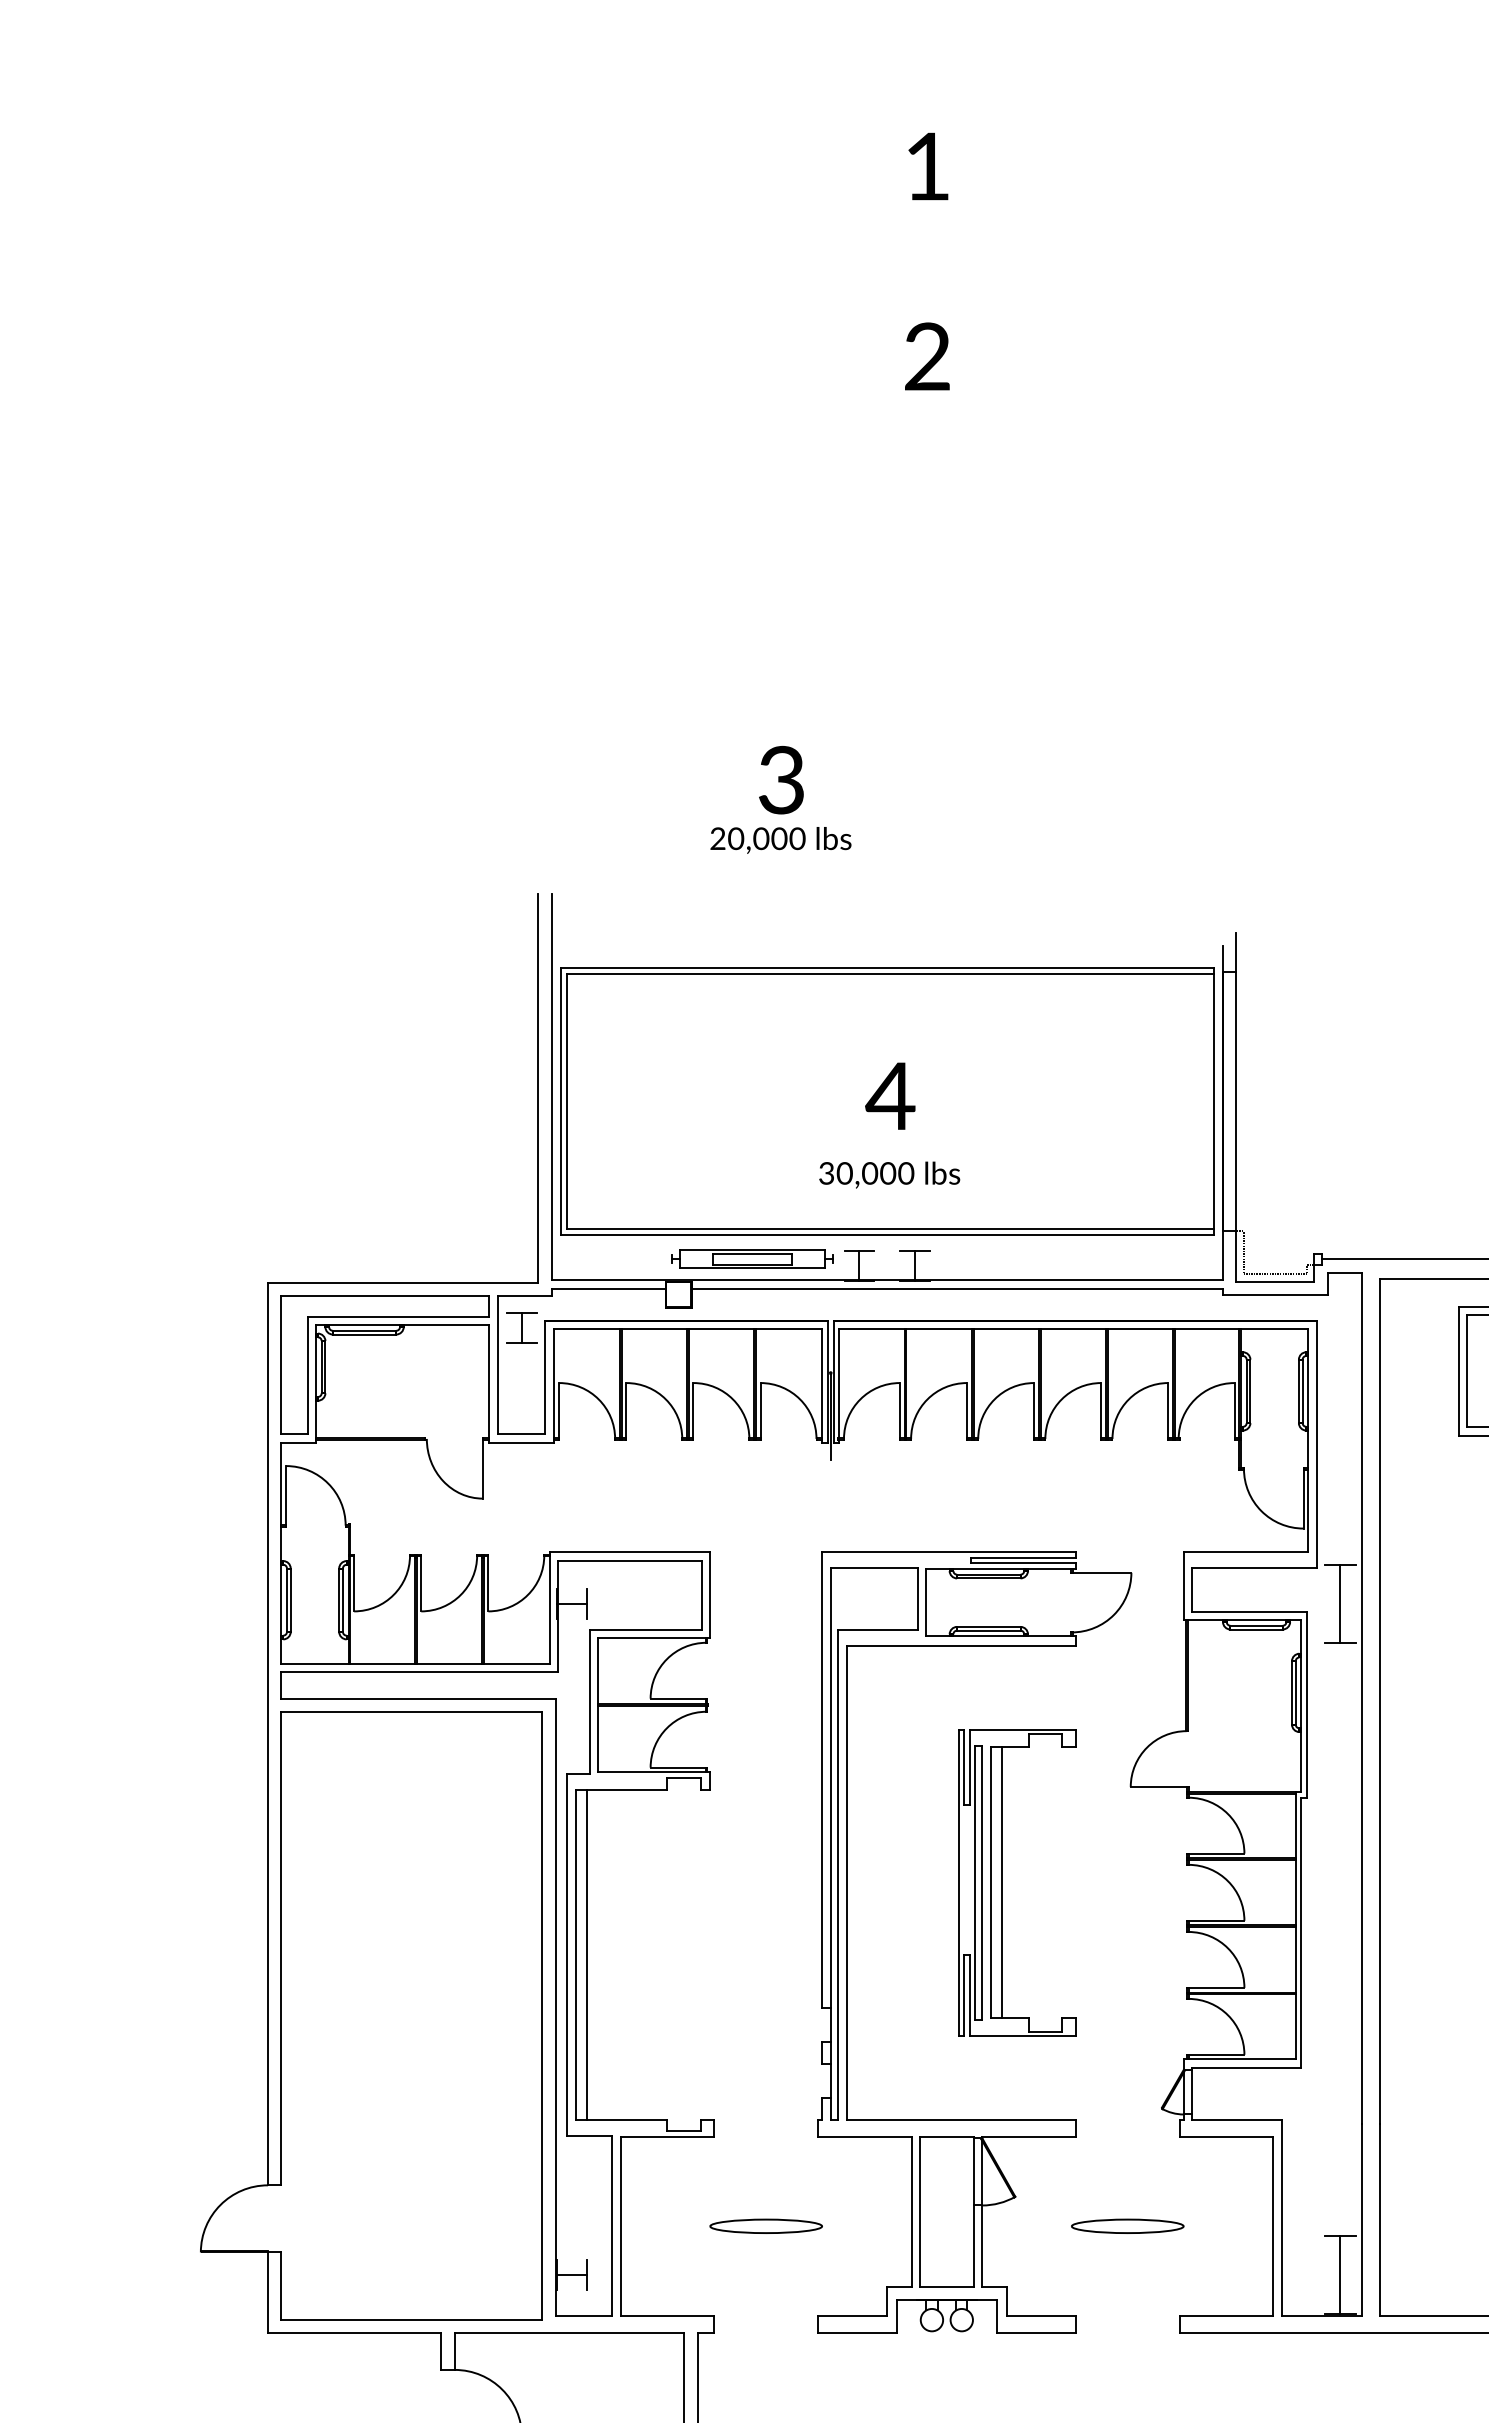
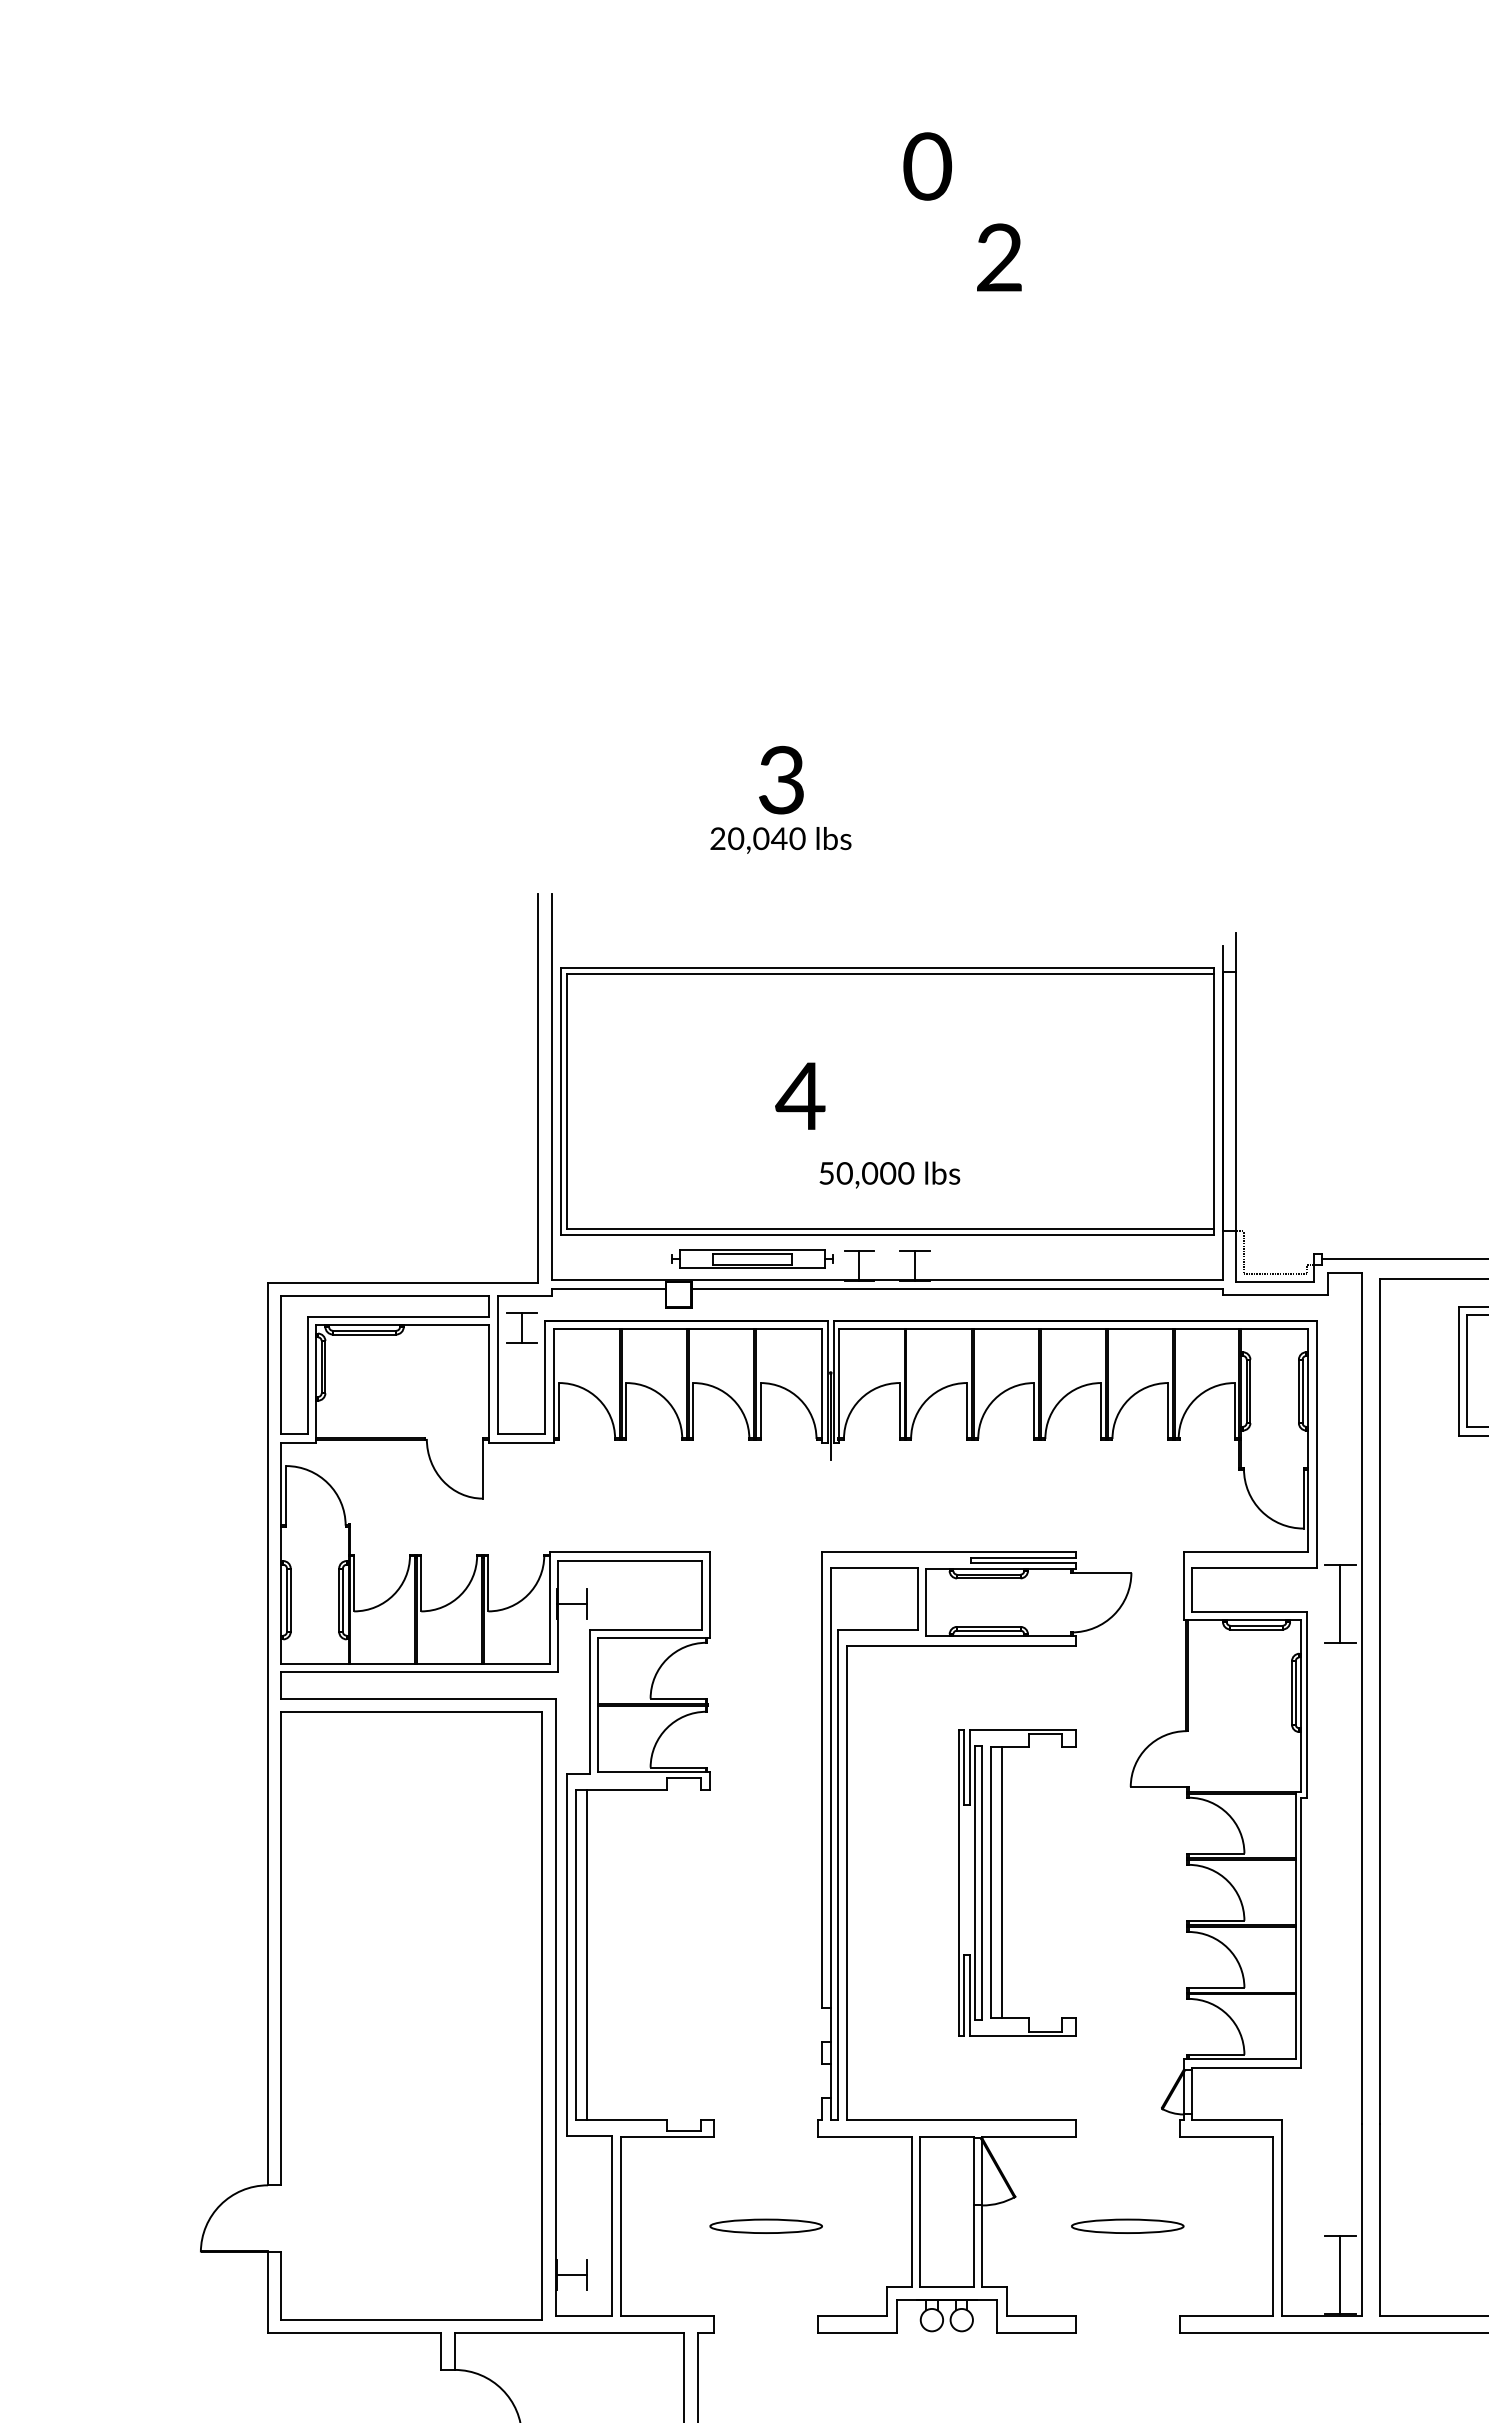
text at (927, 166): 1 -> 0
text at (927, 356) position: (927, 356) -> (999, 257)
text at (778, 838): 20,000 -> 20,040
text at (890, 1095) position: (890, 1095) -> (800, 1095)
text at (826, 1173): 30,000 -> 50,000
